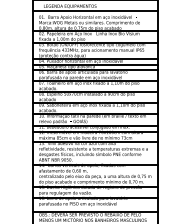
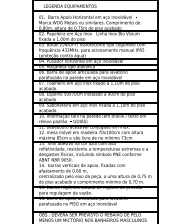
line at (95, 131): present -> none
line at (95, 164): present -> none
